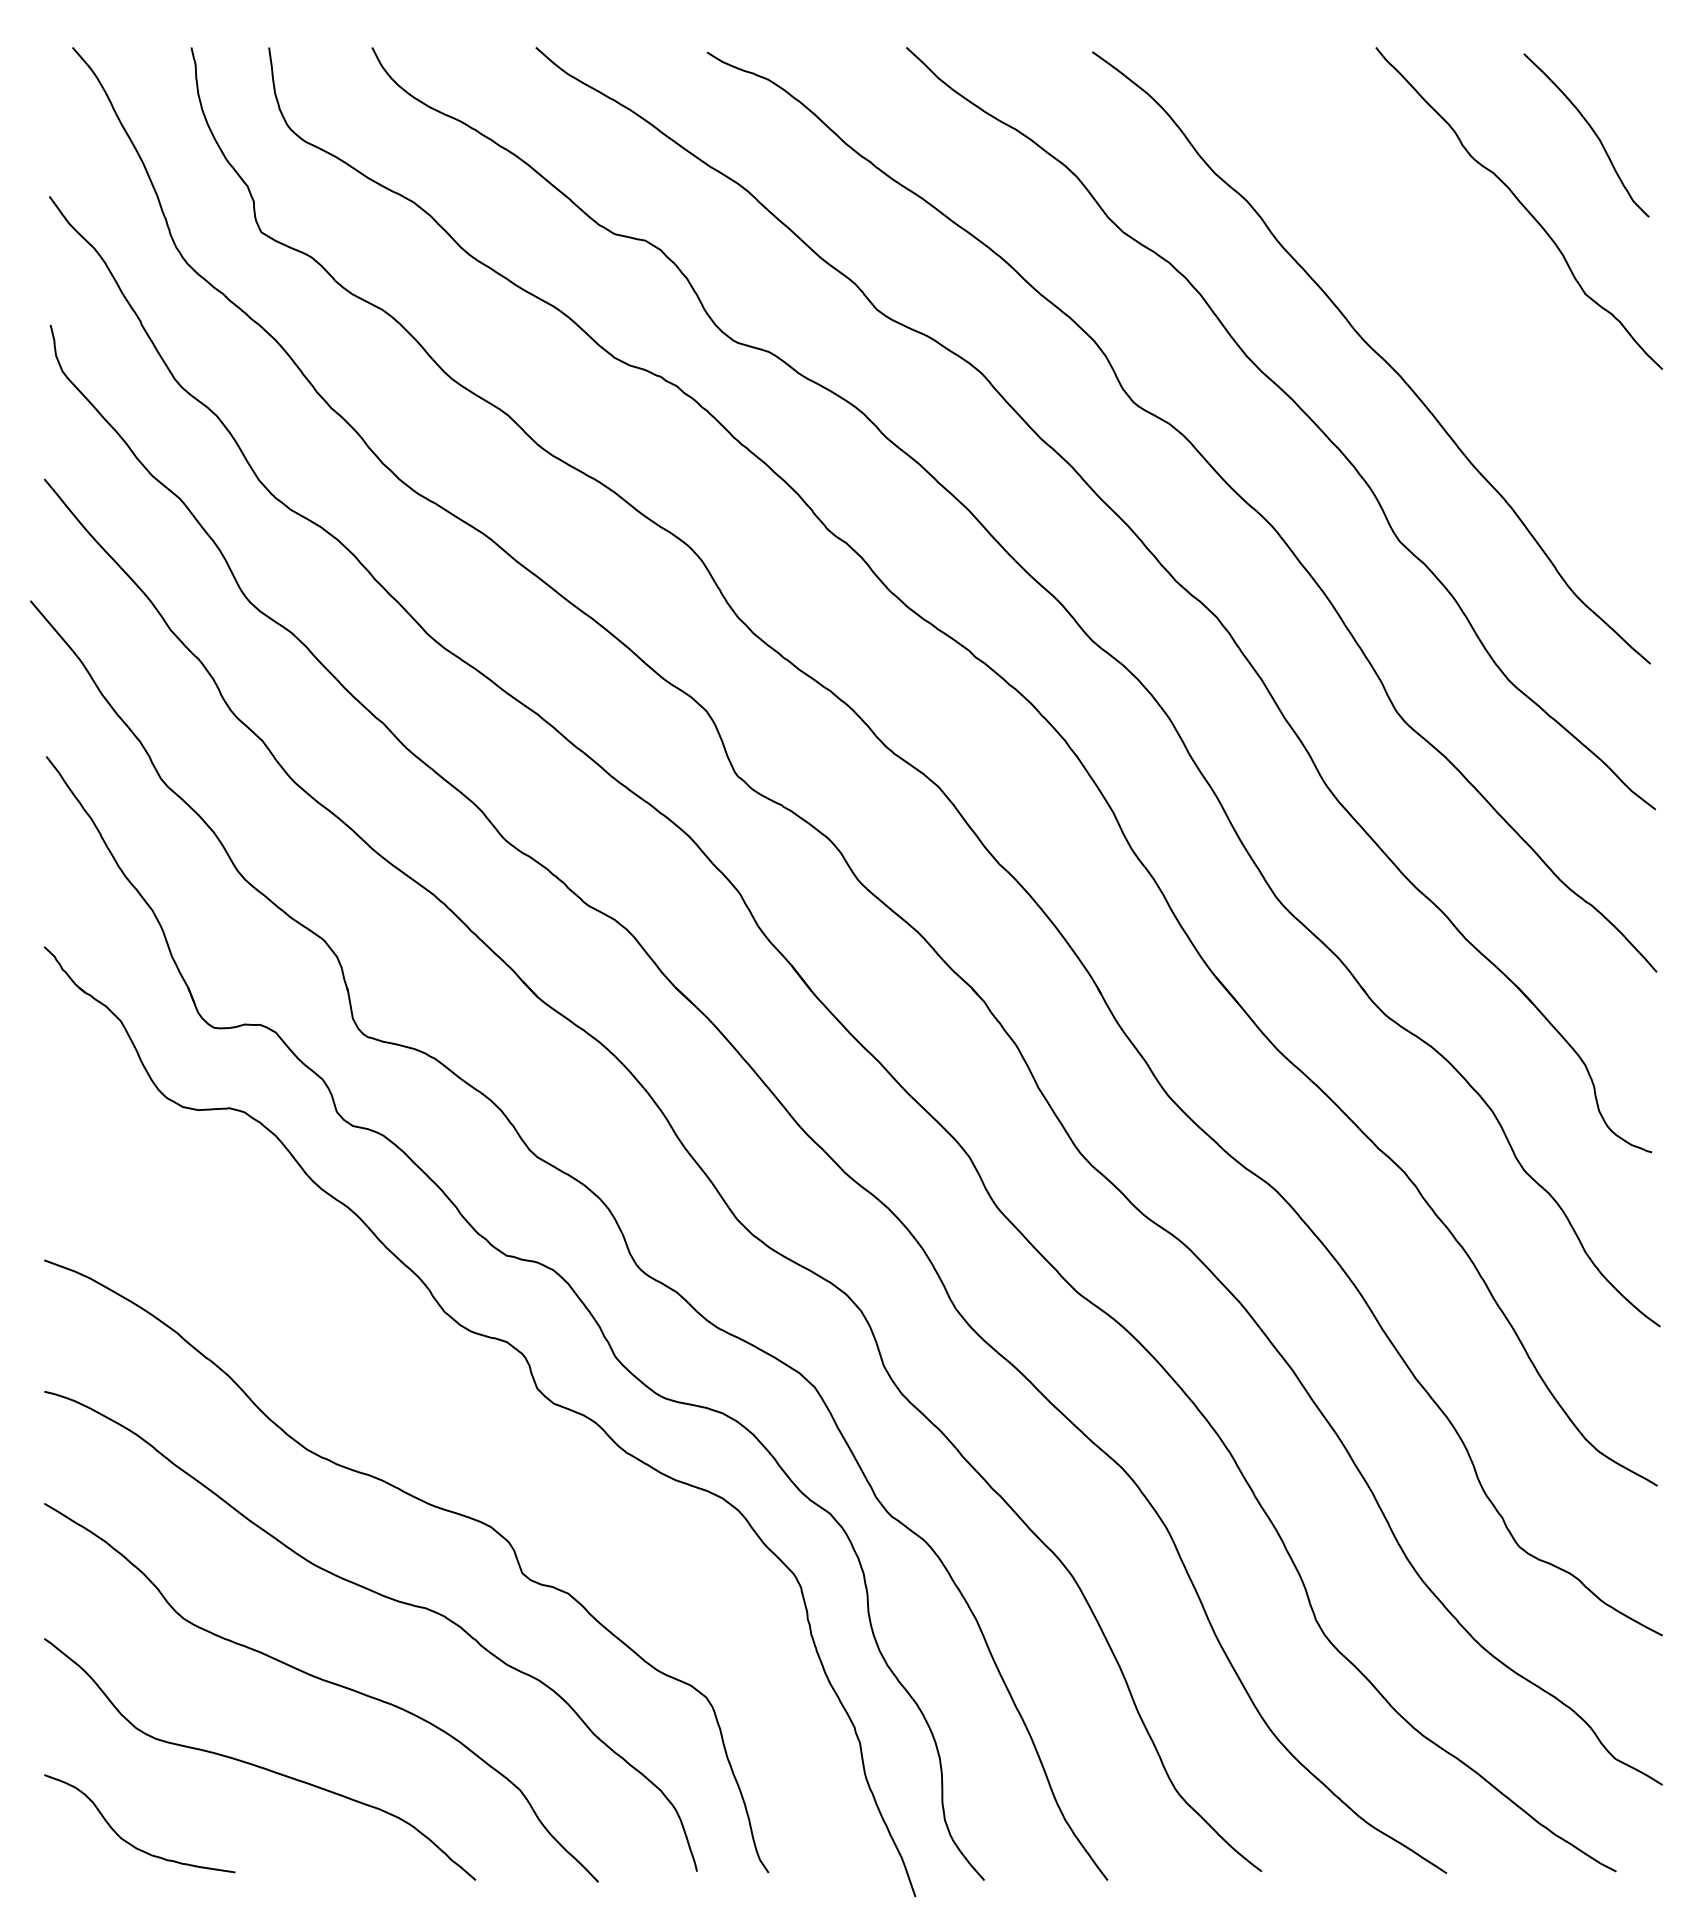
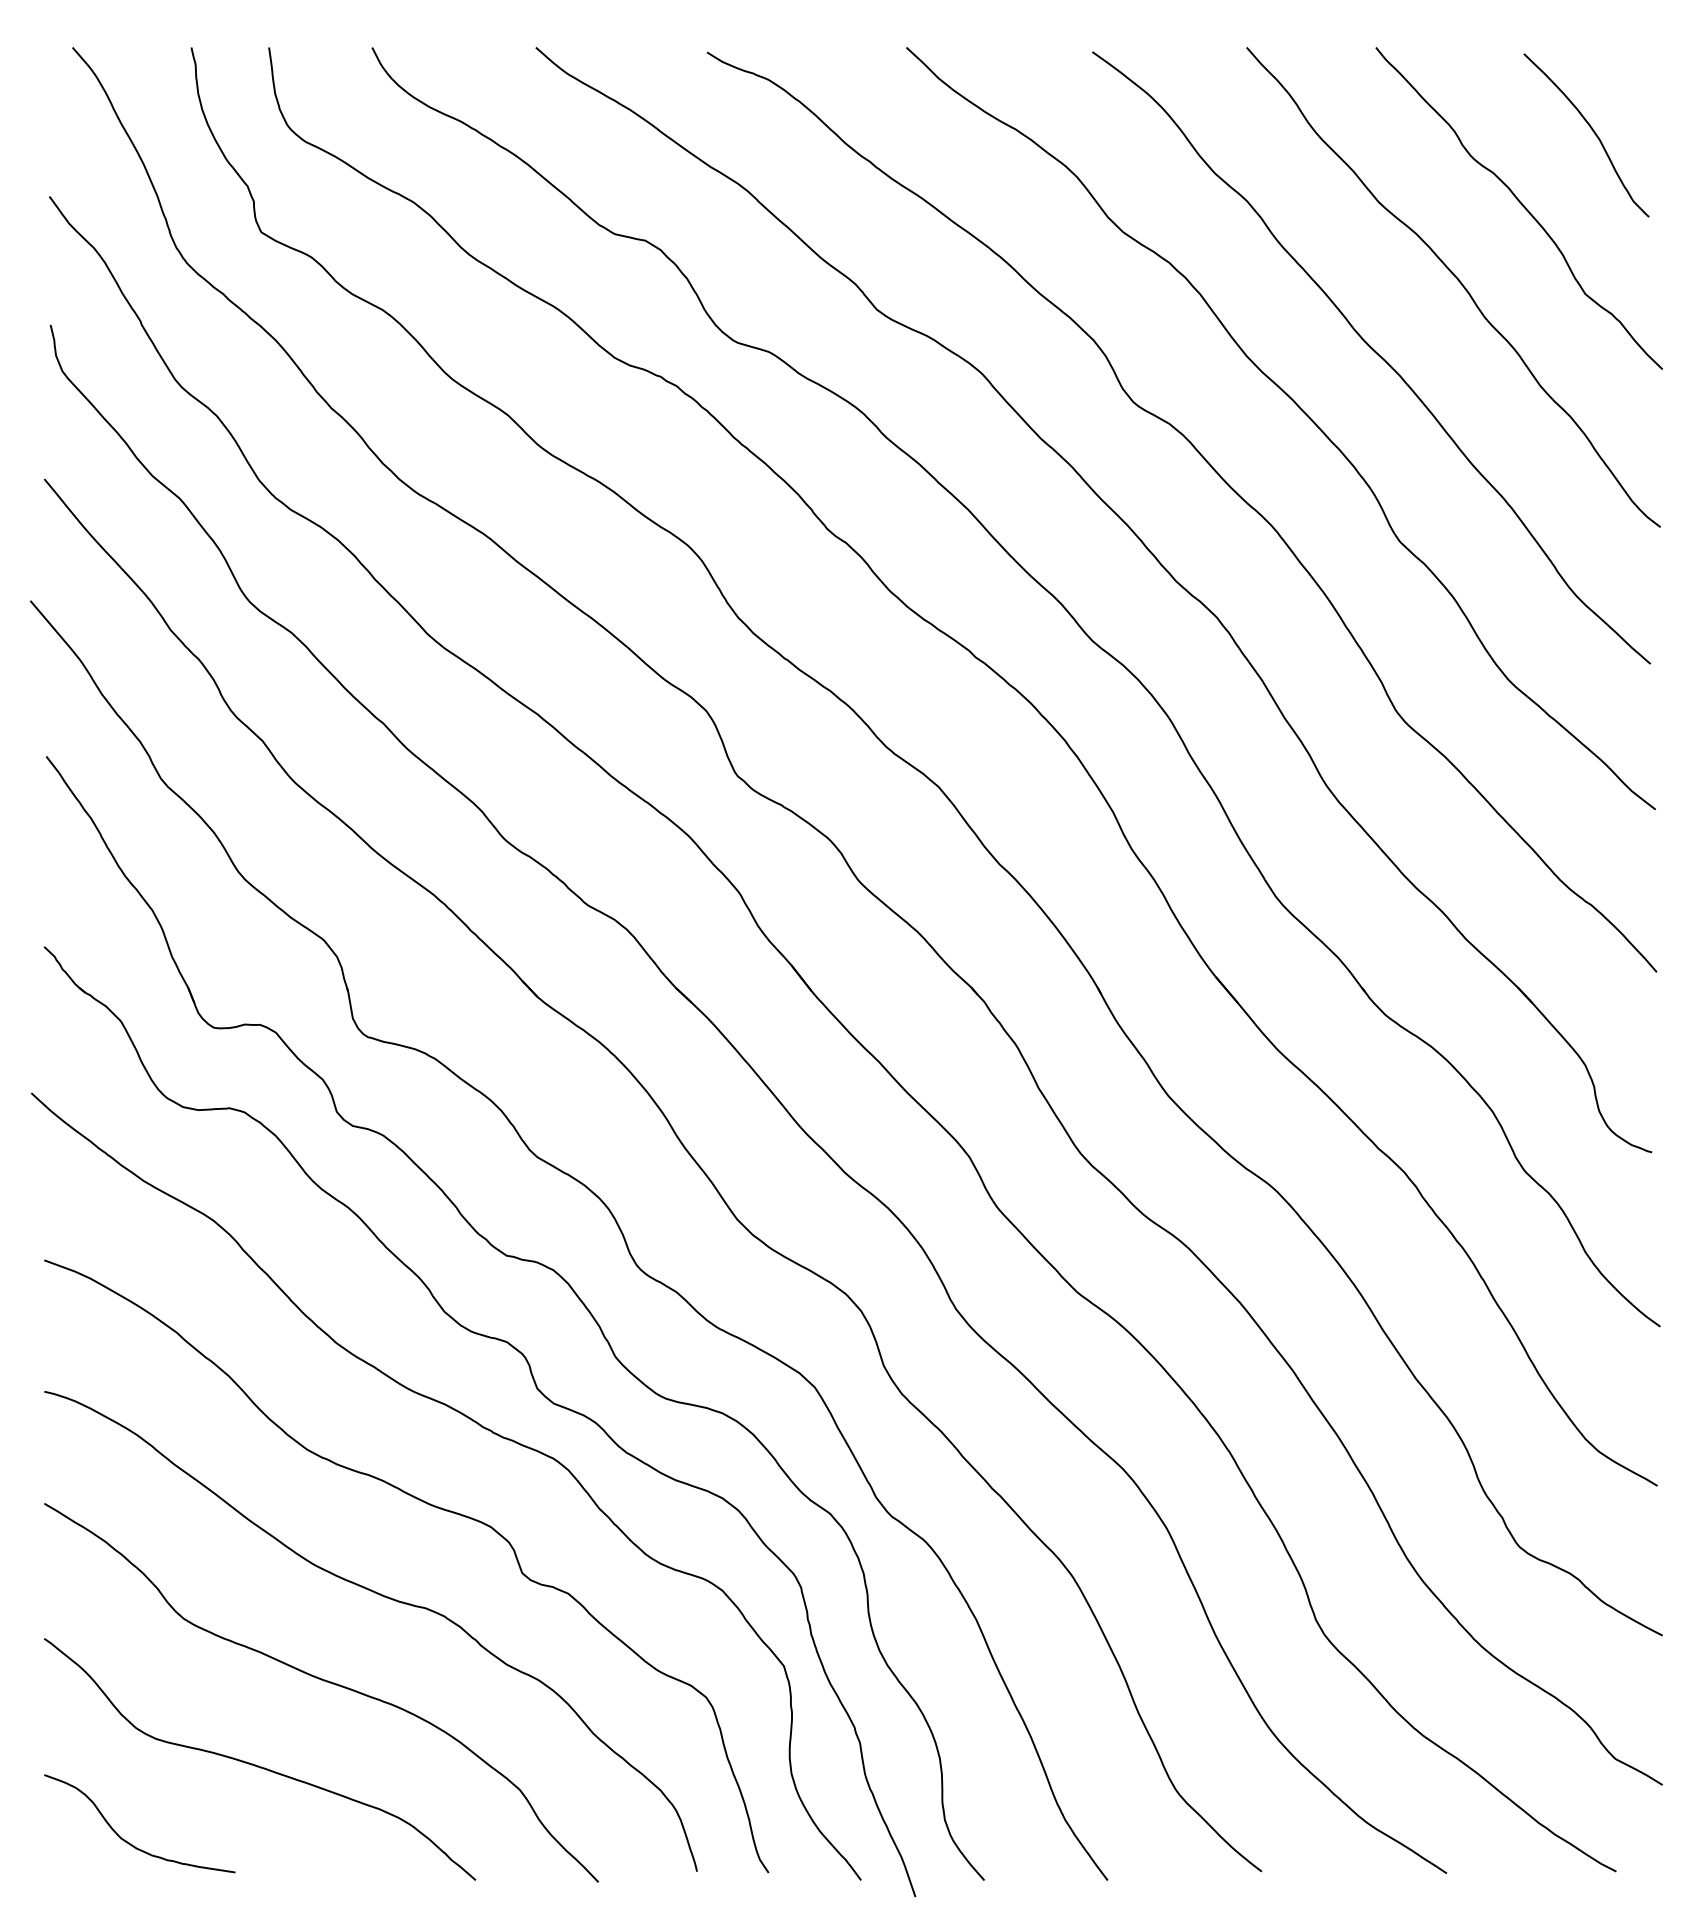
curve at (1460, 284): none -> present
curve at (481, 1427): none -> present
